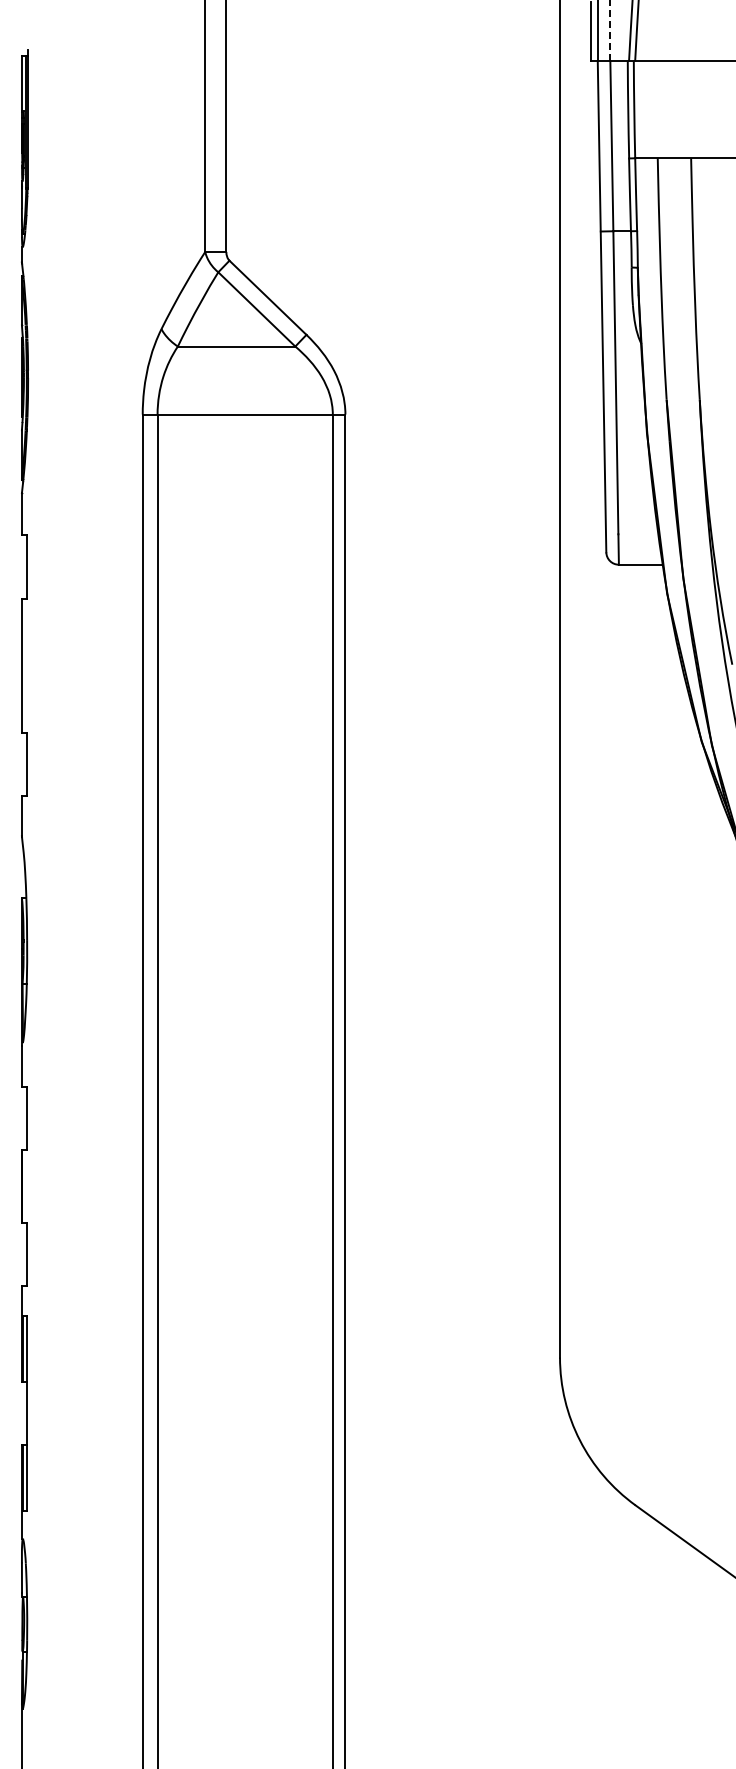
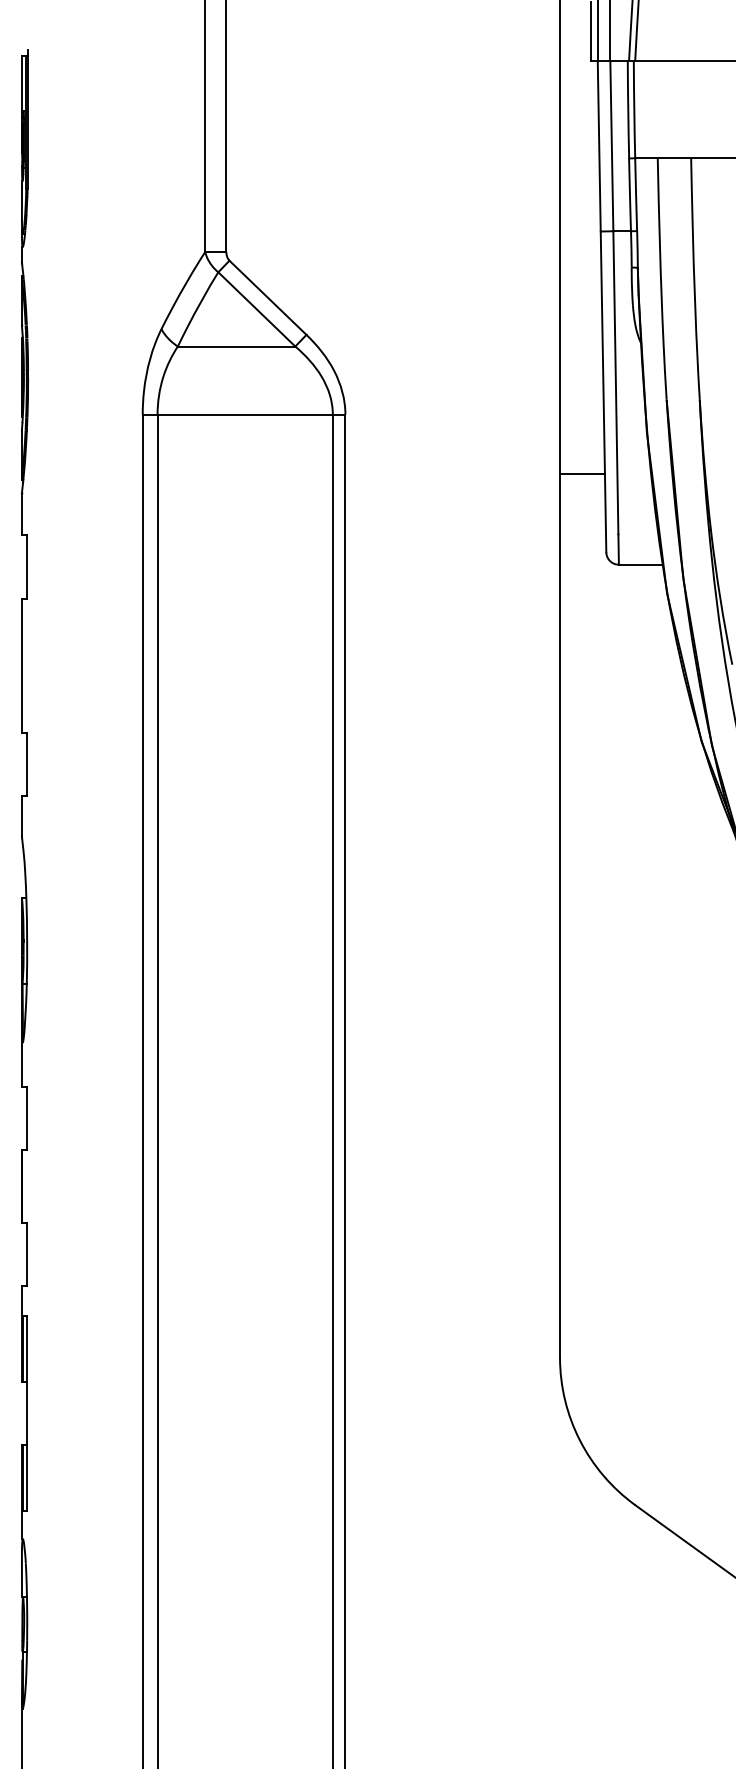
line at (610, 30): dashed -> solid
line at (582, 473): none -> present
